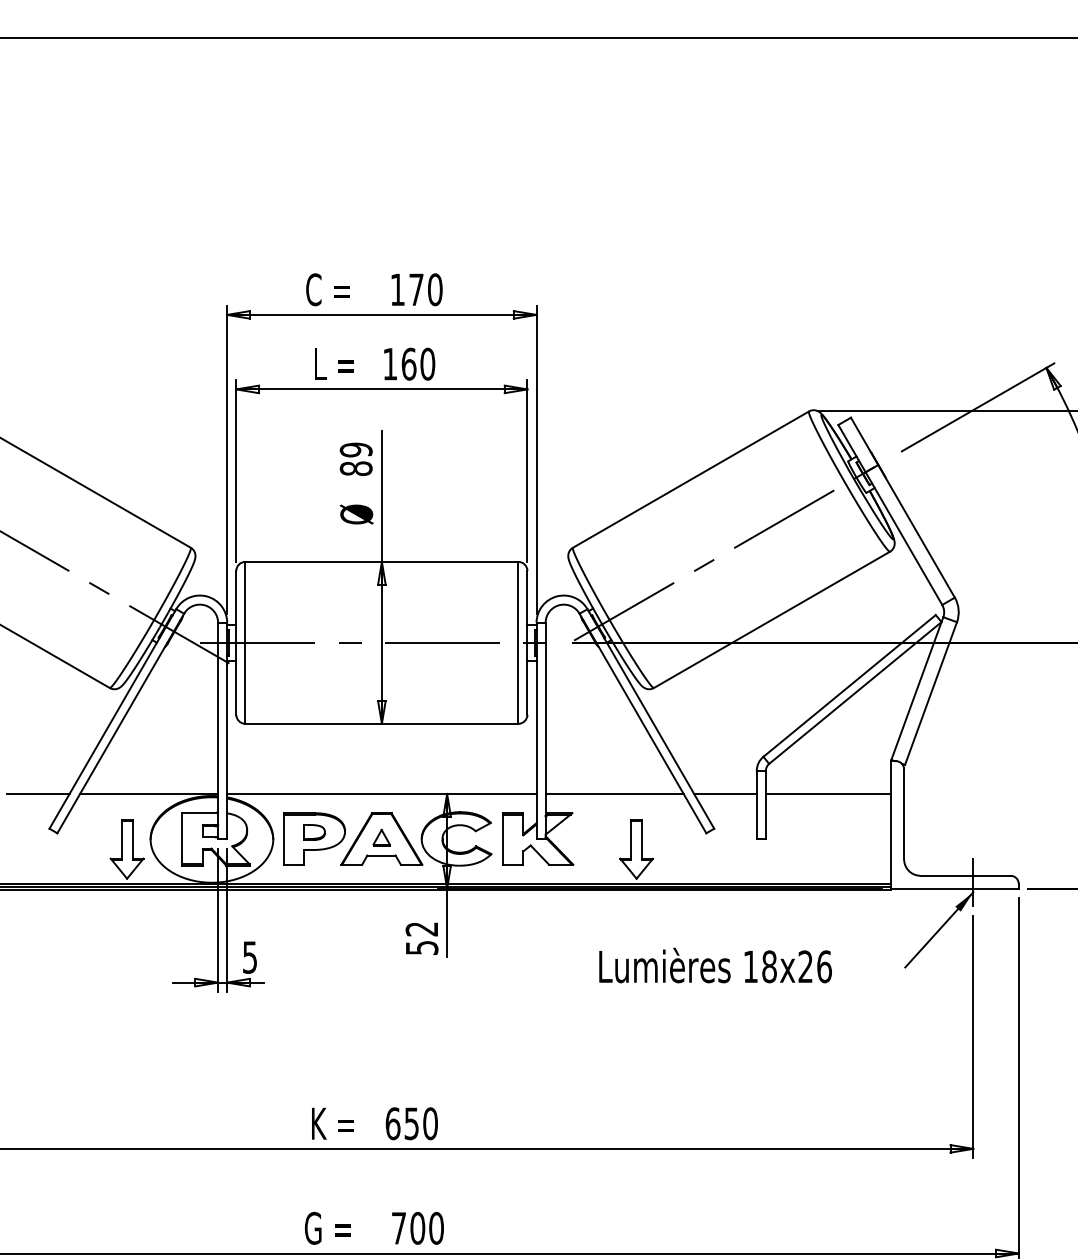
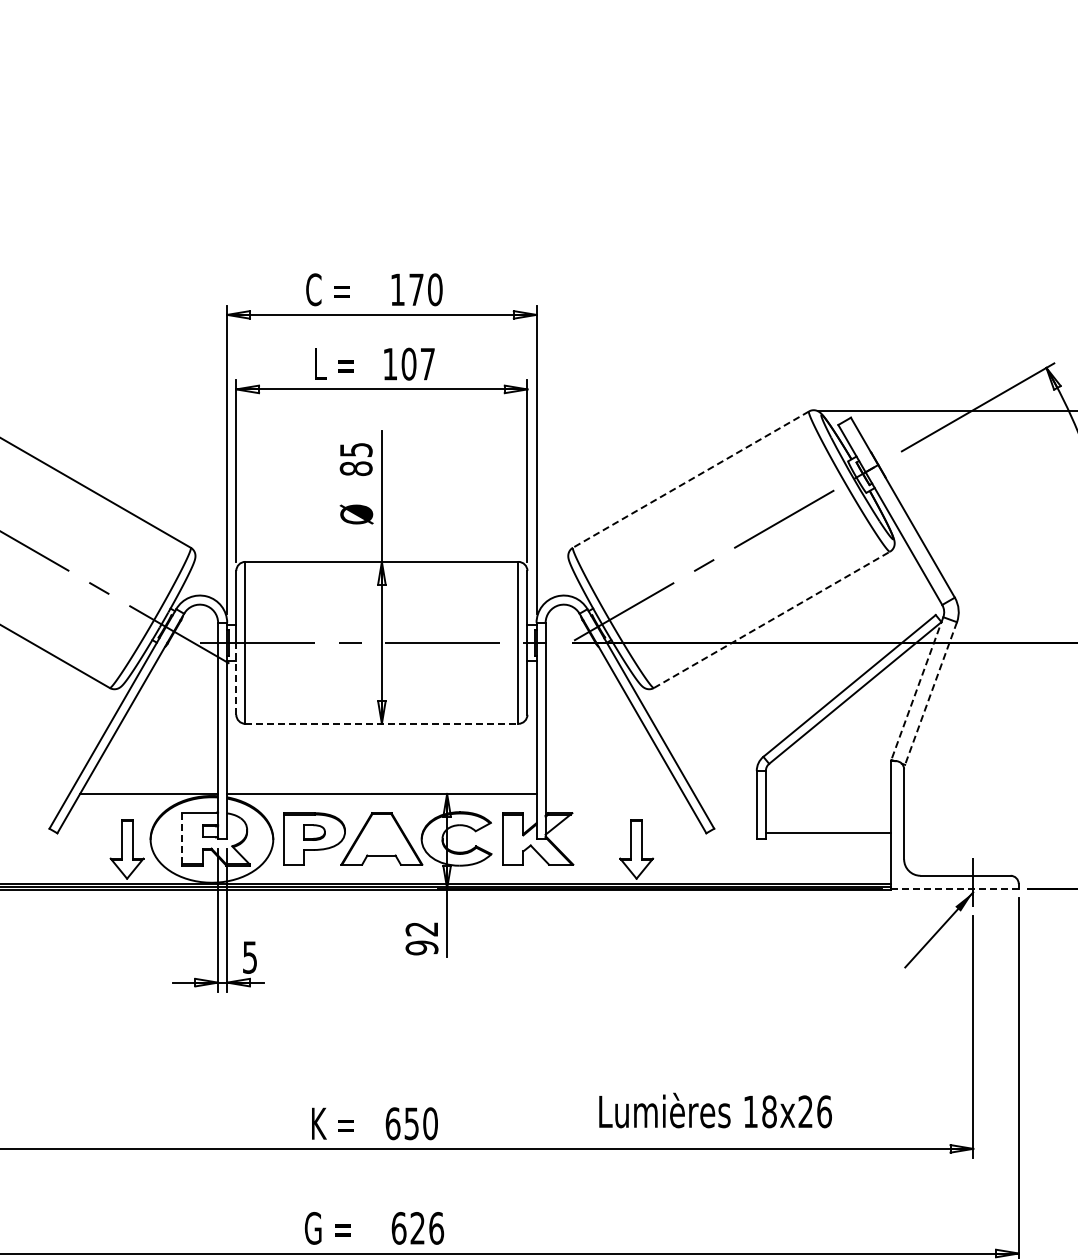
line at (538, 37): present -> none
text at (418, 363): 160 -> 107
text at (355, 449): 89 -> 85
line at (690, 479): solid -> dashed
line at (772, 619): solid -> dashed
line at (236, 678): solid -> dashed
line at (917, 688): solid -> dashed
line at (931, 693): solid -> dashed
line at (382, 723): solid -> dashed
line at (37, 793): present -> none
line at (614, 793): present -> none
line at (725, 793): present -> none
line at (828, 793) position: (828, 793) -> (828, 832)
part at (381, 837): present -> none
line at (182, 838): solid -> dashed
line at (955, 888): solid -> dashed
text at (421, 947): 52 -> 92
text at (715, 965) position: (715, 965) -> (715, 1110)
text at (417, 1228): 700 -> 626
